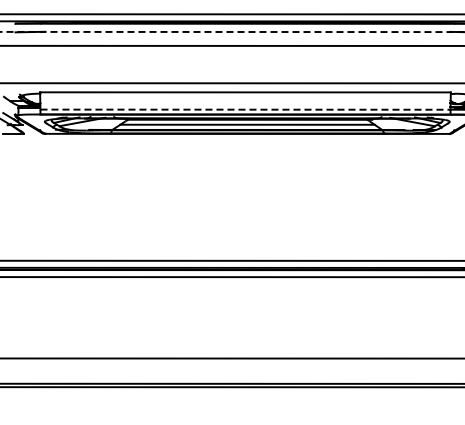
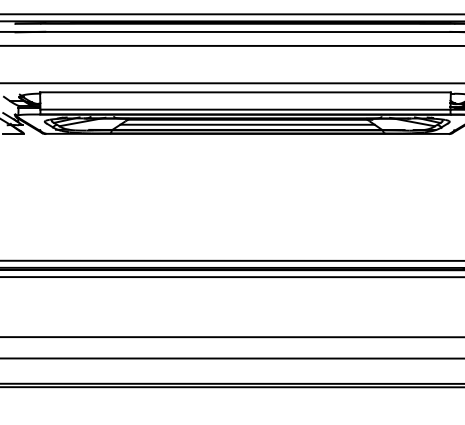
line at (232, 32): dashed -> solid
line at (246, 109): dashed -> solid
line at (231, 337): none -> present
